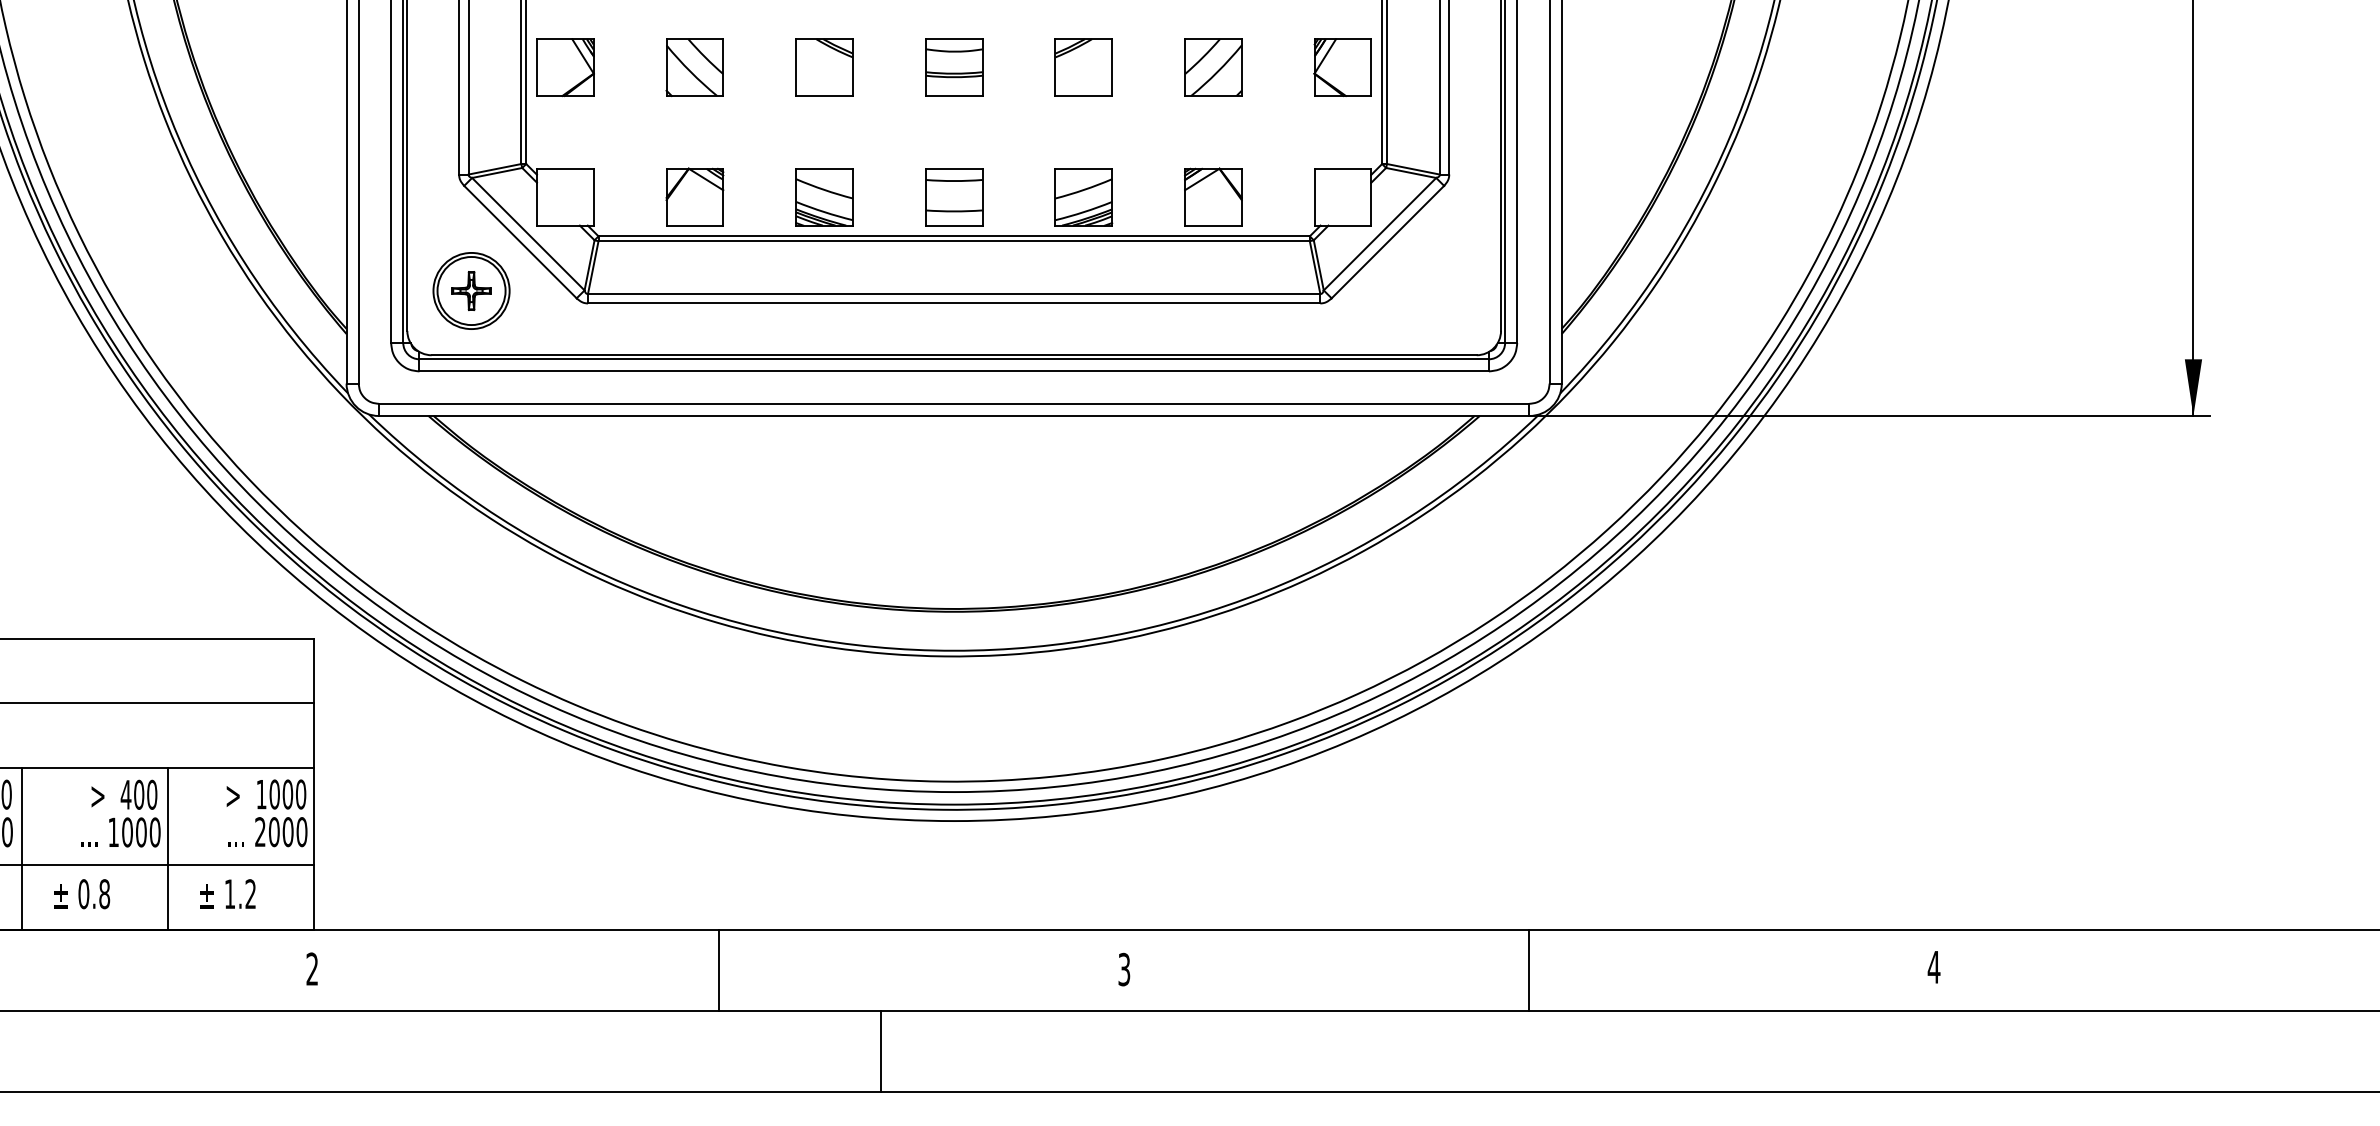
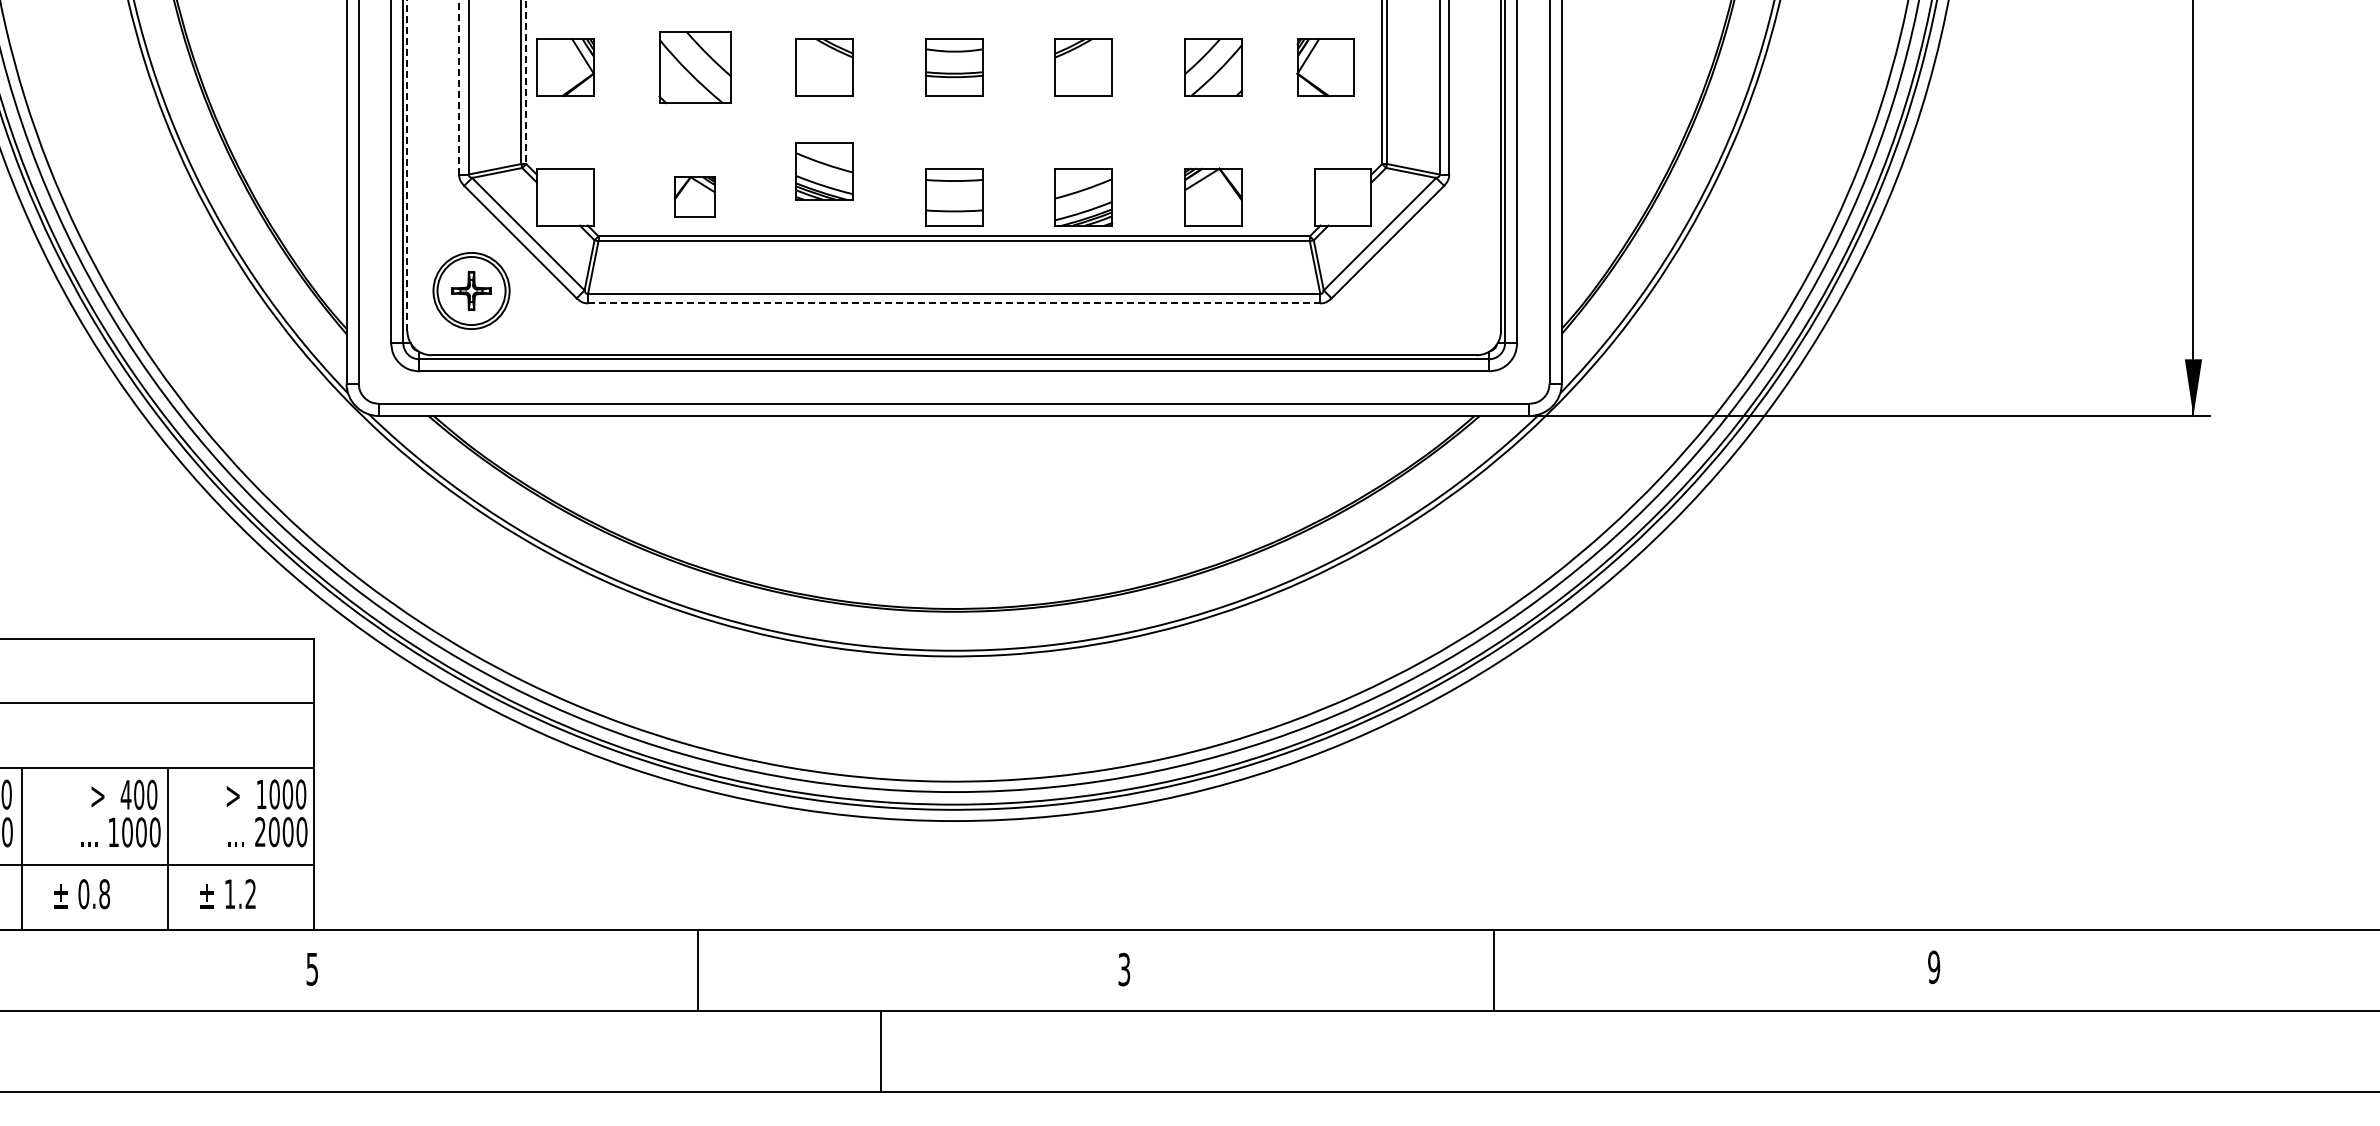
part at (694, 67) size: 59x59 px -> 74x74 px
part at (1342, 67) position: (1342, 67) -> (1325, 67)
line at (526, 82): solid -> dashed
line at (459, 87): solid -> dashed
line at (407, 165): solid -> dashed
part at (694, 196) size: 60x60 px -> 42x42 px
part at (824, 197) position: (824, 197) -> (824, 171)
line at (954, 303): solid -> dashed
text at (1933, 967): 4 -> 9
text at (311, 968): 2 -> 5
line at (718, 970) position: (718, 970) -> (697, 970)
line at (1528, 970) position: (1528, 970) -> (1493, 970)
